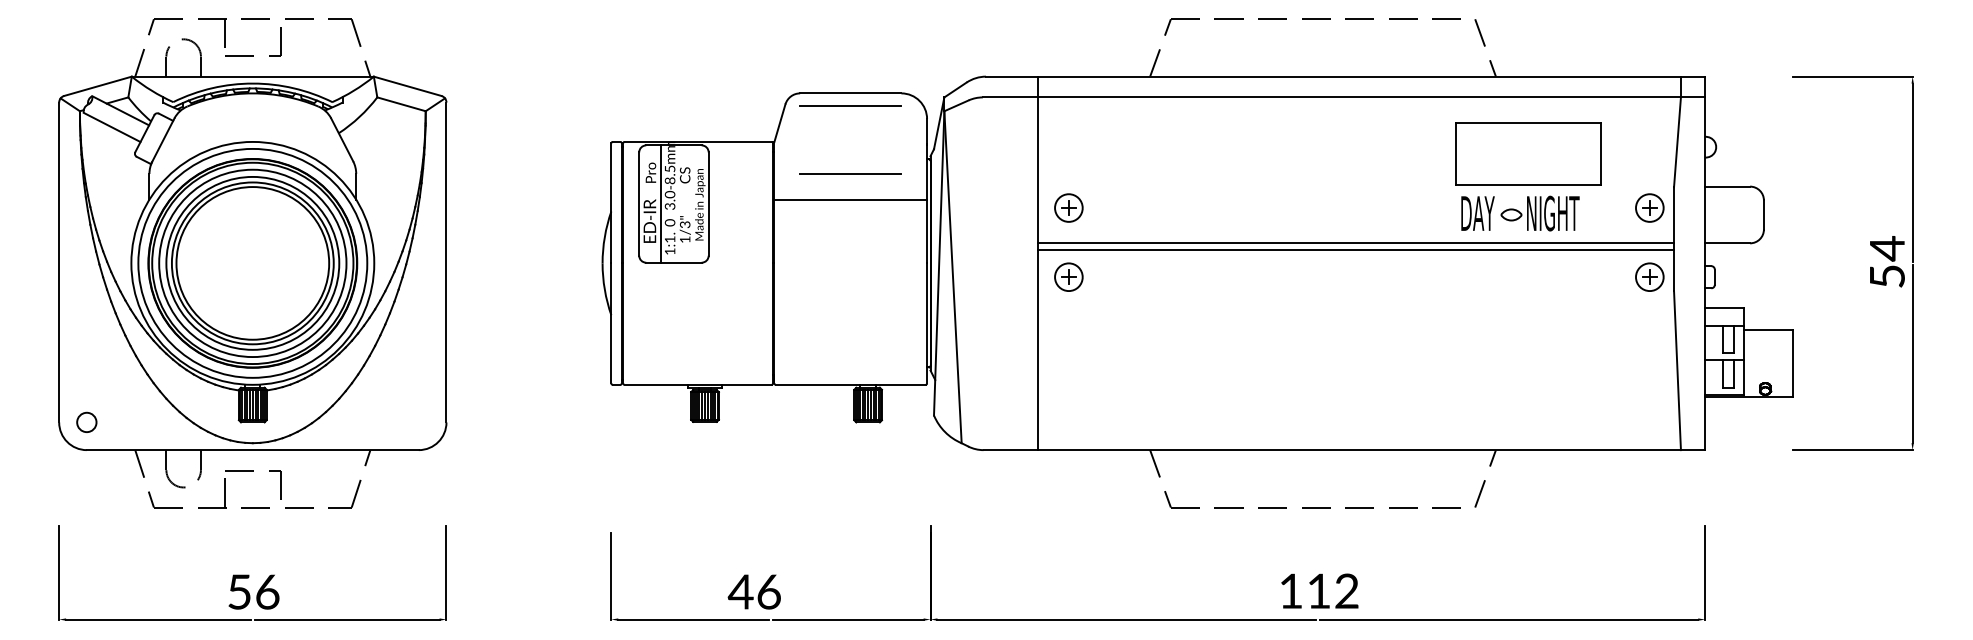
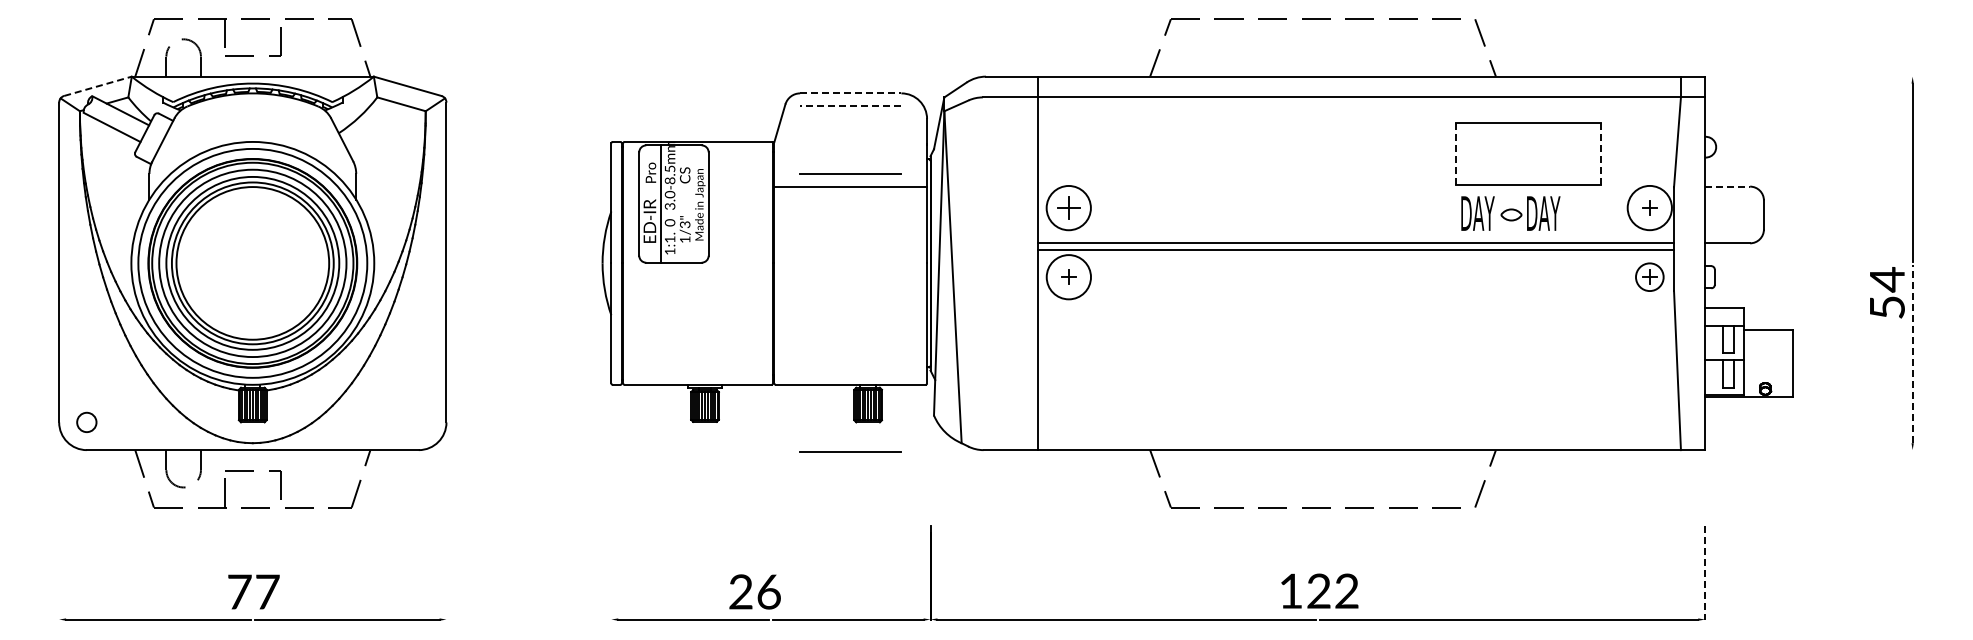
line at (1852, 76): present -> none
line at (98, 86): solid -> dashed
line at (850, 93): solid -> dashed
line at (850, 106): solid -> dashed
line at (1601, 153): solid -> dashed
line at (1456, 154): solid -> dashed
line at (1728, 186): solid -> dashed
line at (850, 199) position: (850, 199) -> (850, 186)
part at (1068, 207) size: 30x30 px -> 47x47 px
circle at (1649, 207) diameter: 28 px -> 44 px
text at (1553, 213): NIGHT -> DAY
text at (1887, 261) position: (1887, 261) -> (1887, 292)
circle at (1068, 277) diameter: 28 px -> 44 px
line at (1912, 353): solid -> dashed
line at (1852, 450): present -> none
line at (850, 451): none -> present
line at (59, 572): present -> none
line at (446, 572): present -> none
line at (1705, 572): solid -> dashed
line at (611, 575): present -> none
text at (1318, 590): 112 -> 122
text at (253, 591): 56 -> 77
text at (740, 591): 46 -> 26
